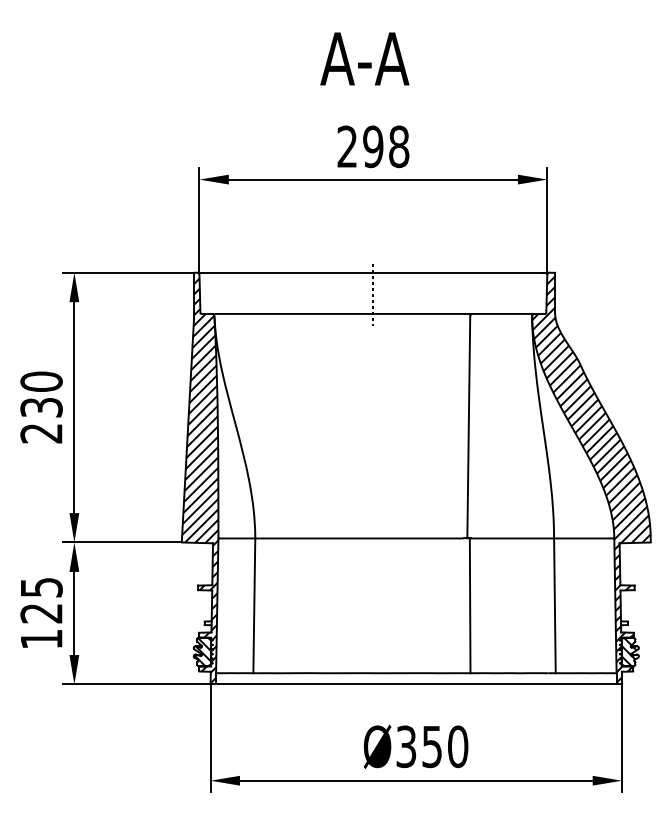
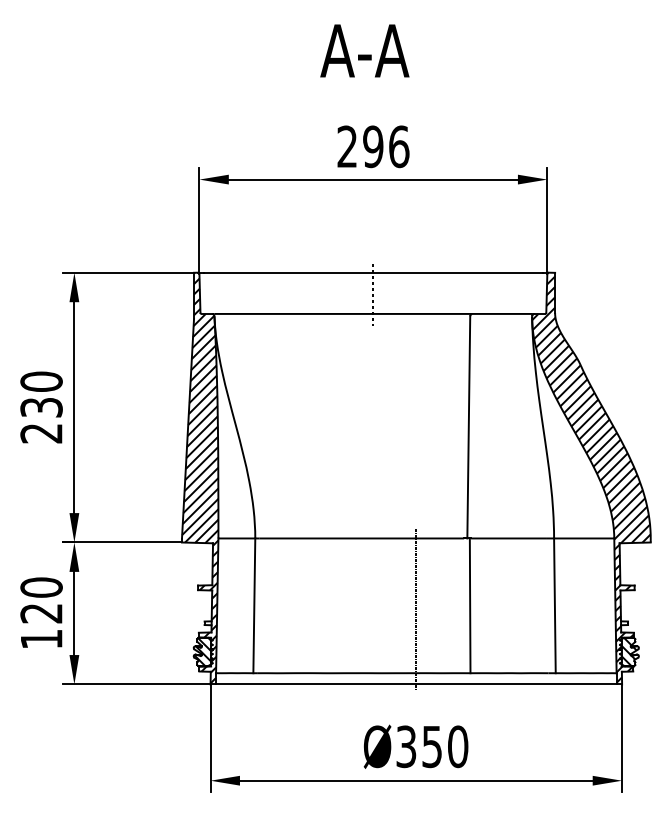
text at (364, 58) position: (364, 58) -> (364, 50)
text at (399, 146): 298 -> 296
text at (41, 587): 125 -> 120
line at (416, 610): none -> present
